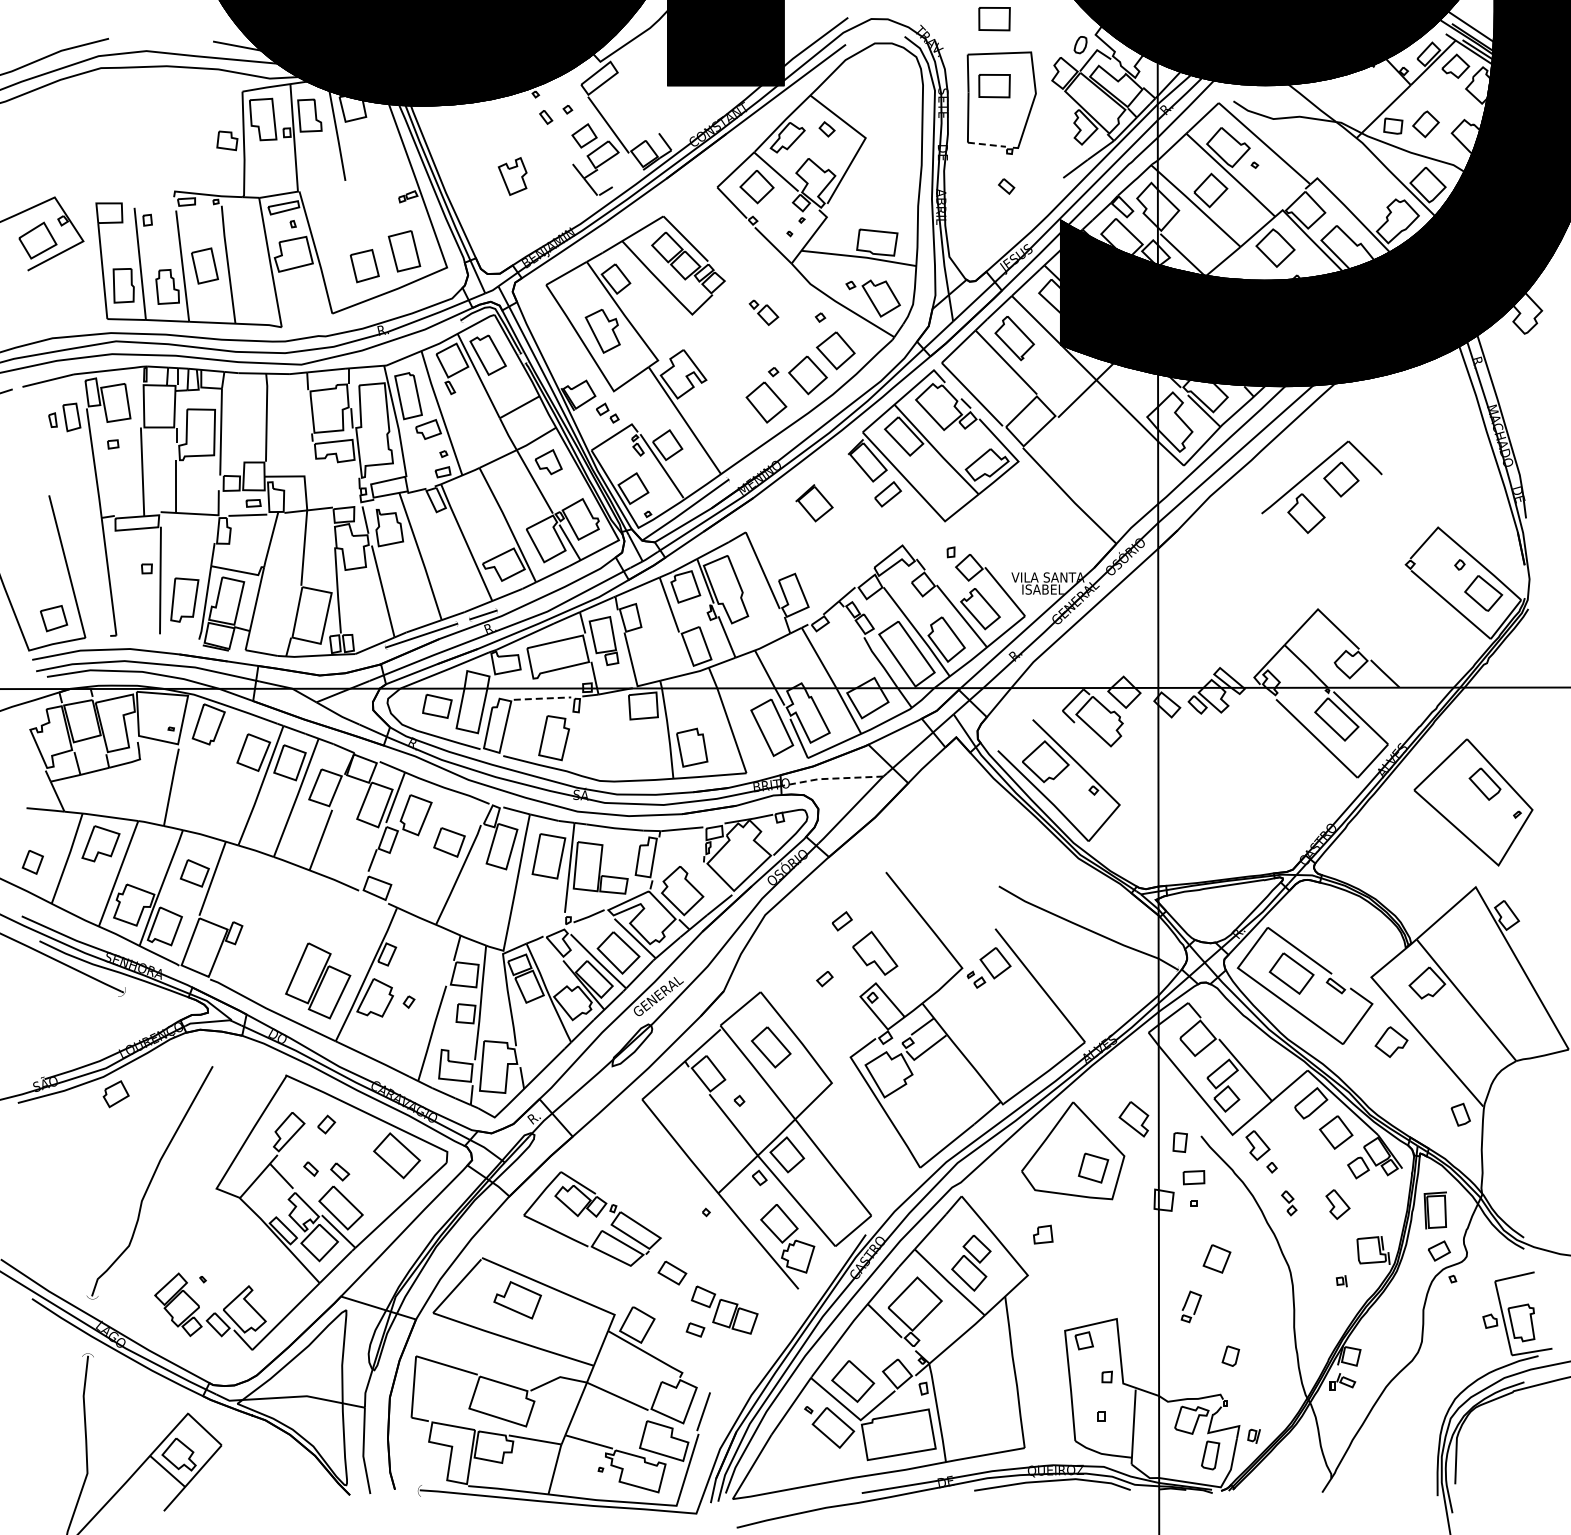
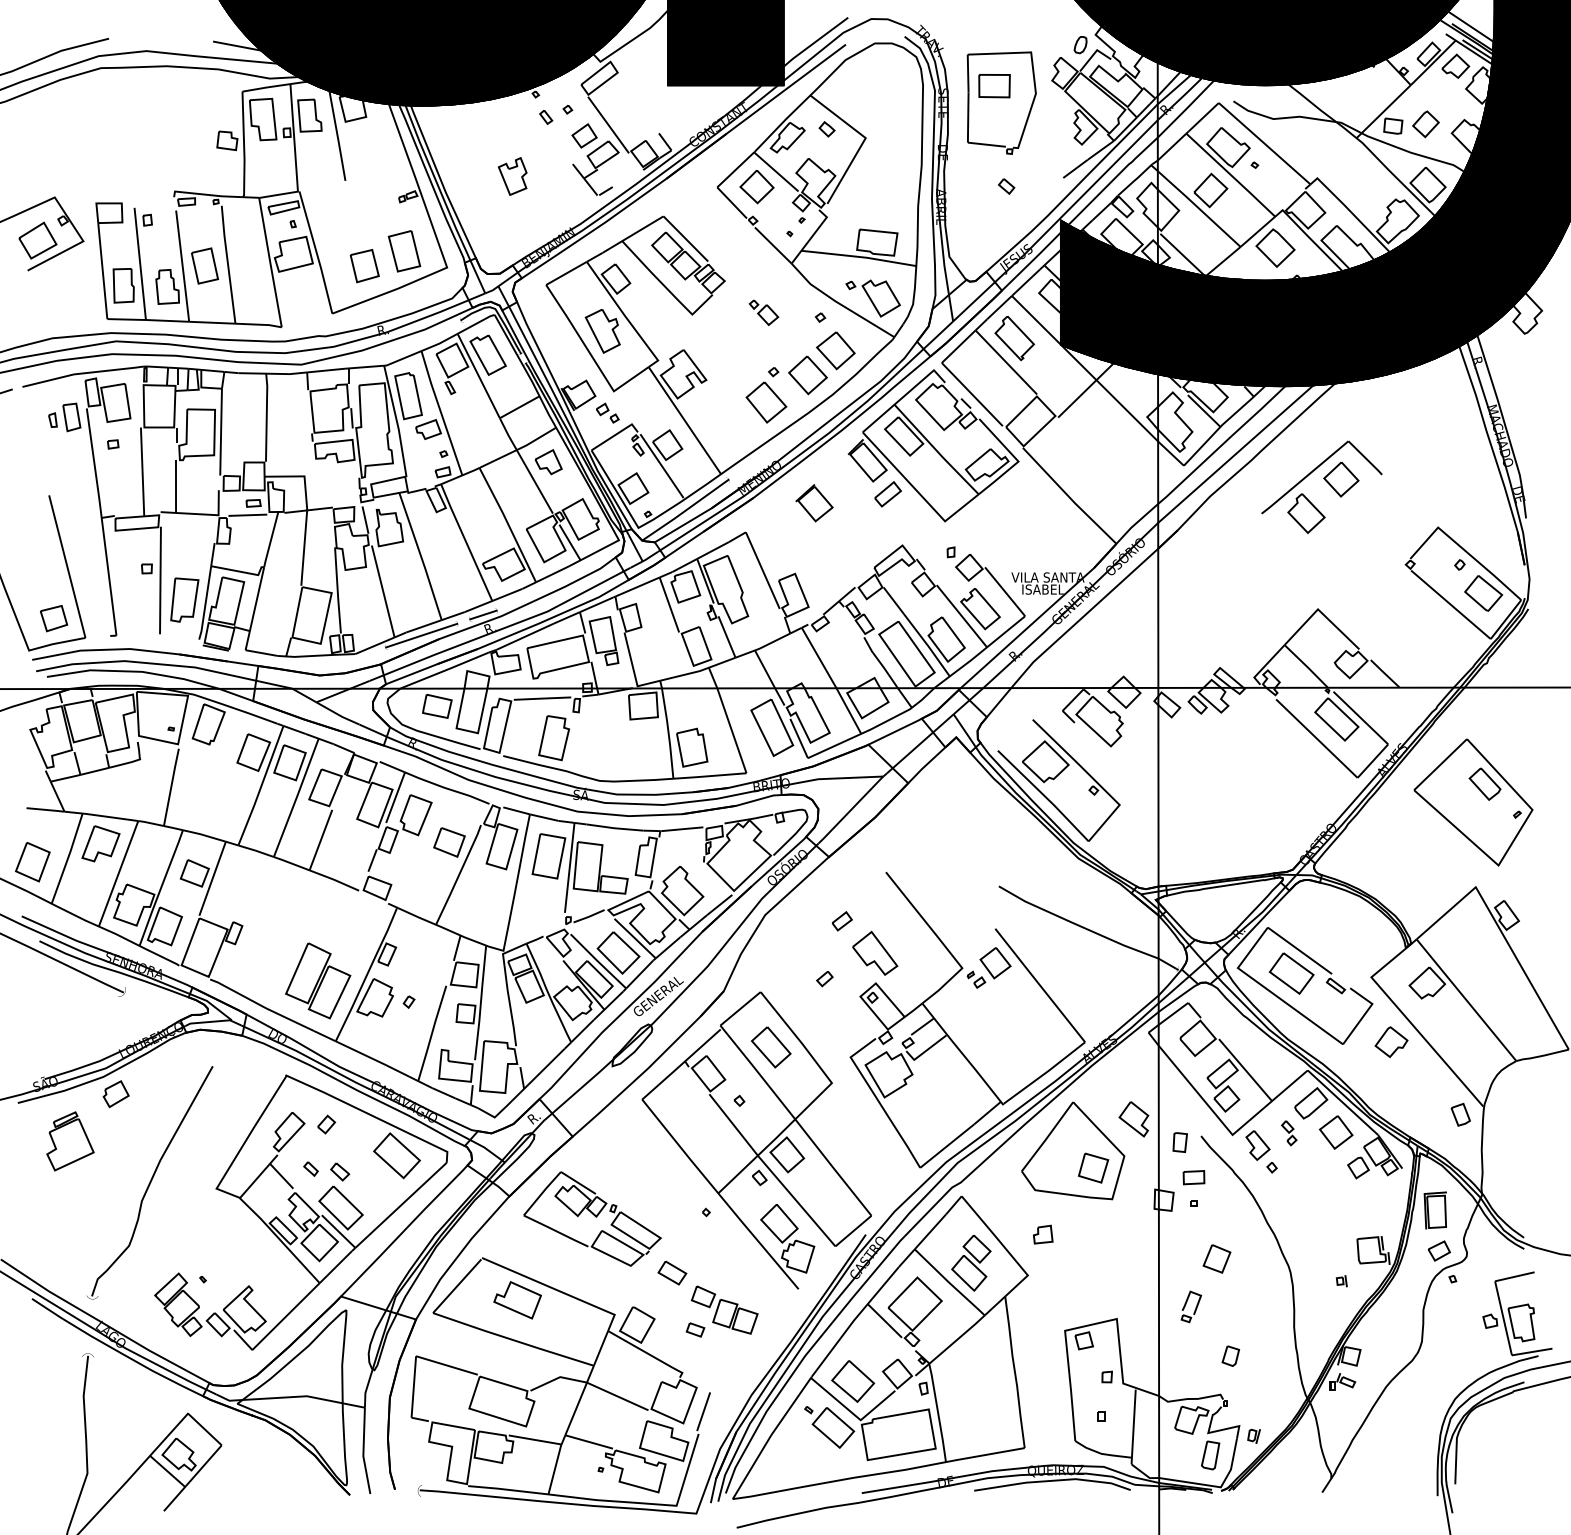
part at (994, 19): present -> none
line at (987, 144): dashed -> solid
line at (543, 698): dashed -> solid
line at (833, 778): dashed -> solid
part at (32, 862) size: 23x25 px -> 36x41 px
part at (70, 1141): none -> present
part at (1289, 1203) position: (1289, 1203) -> (1289, 1133)
part at (1337, 1204): present -> none
